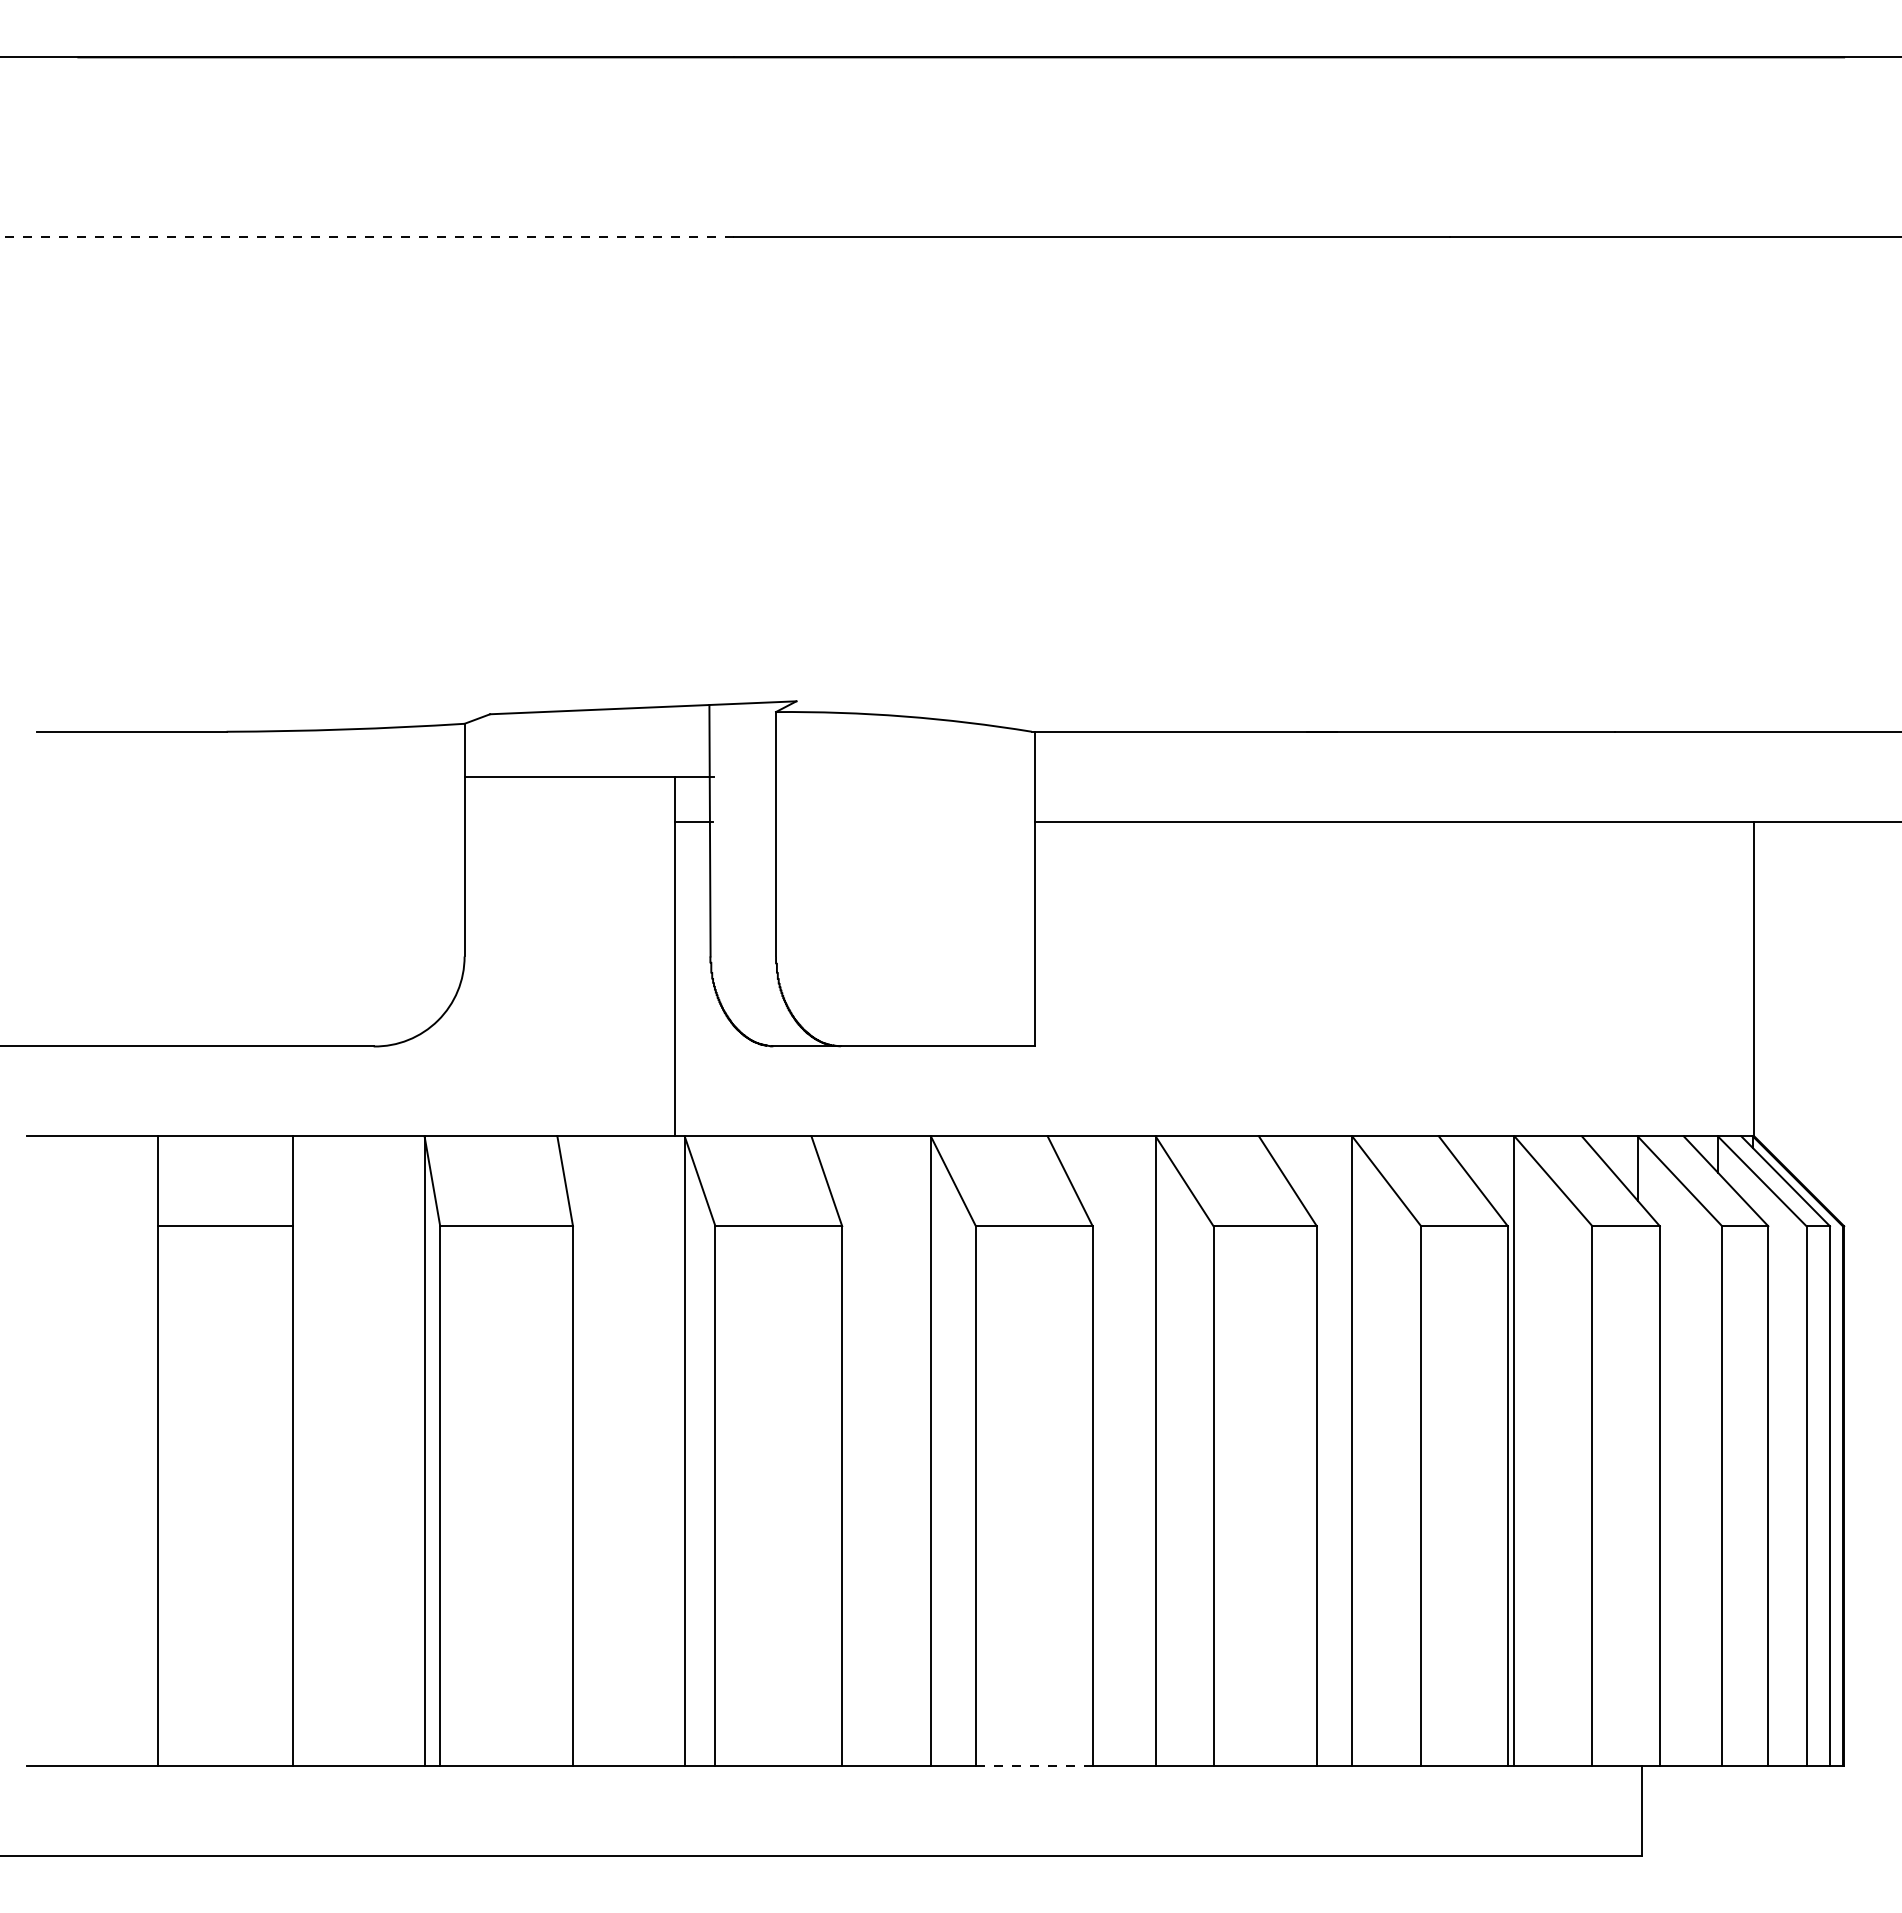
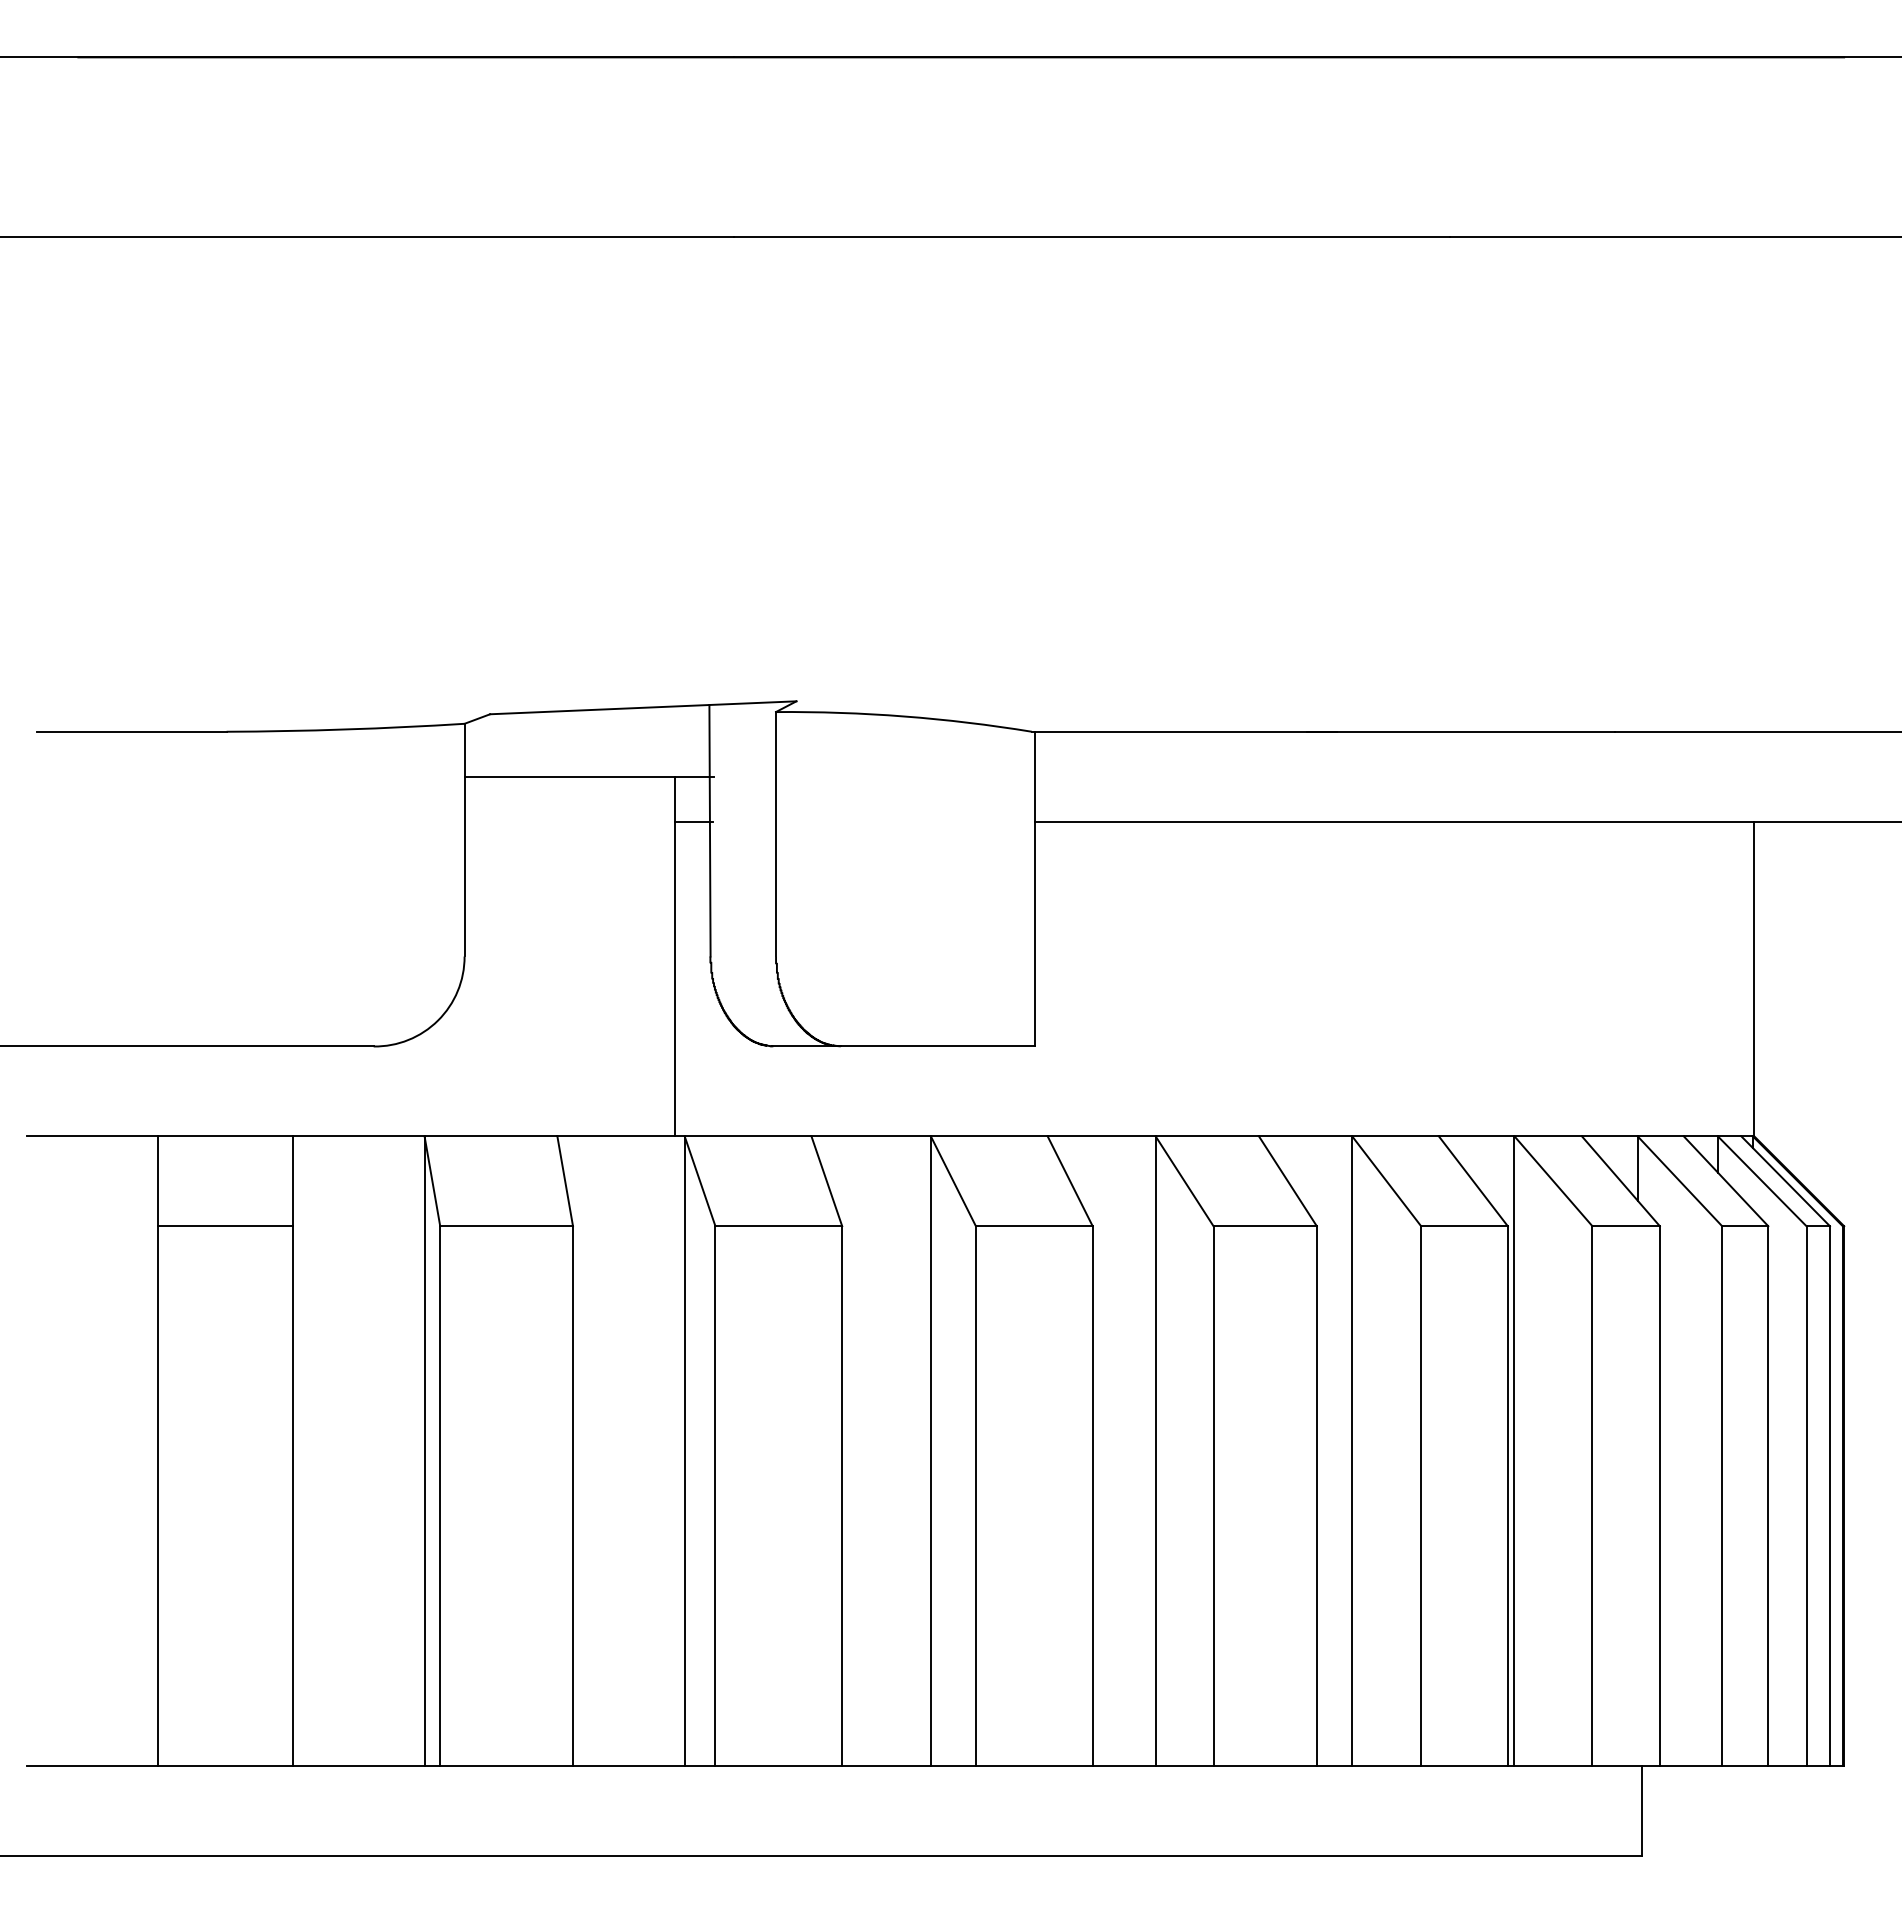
line at (366, 237): dashed -> solid
line at (1033, 1765): dashed -> solid
